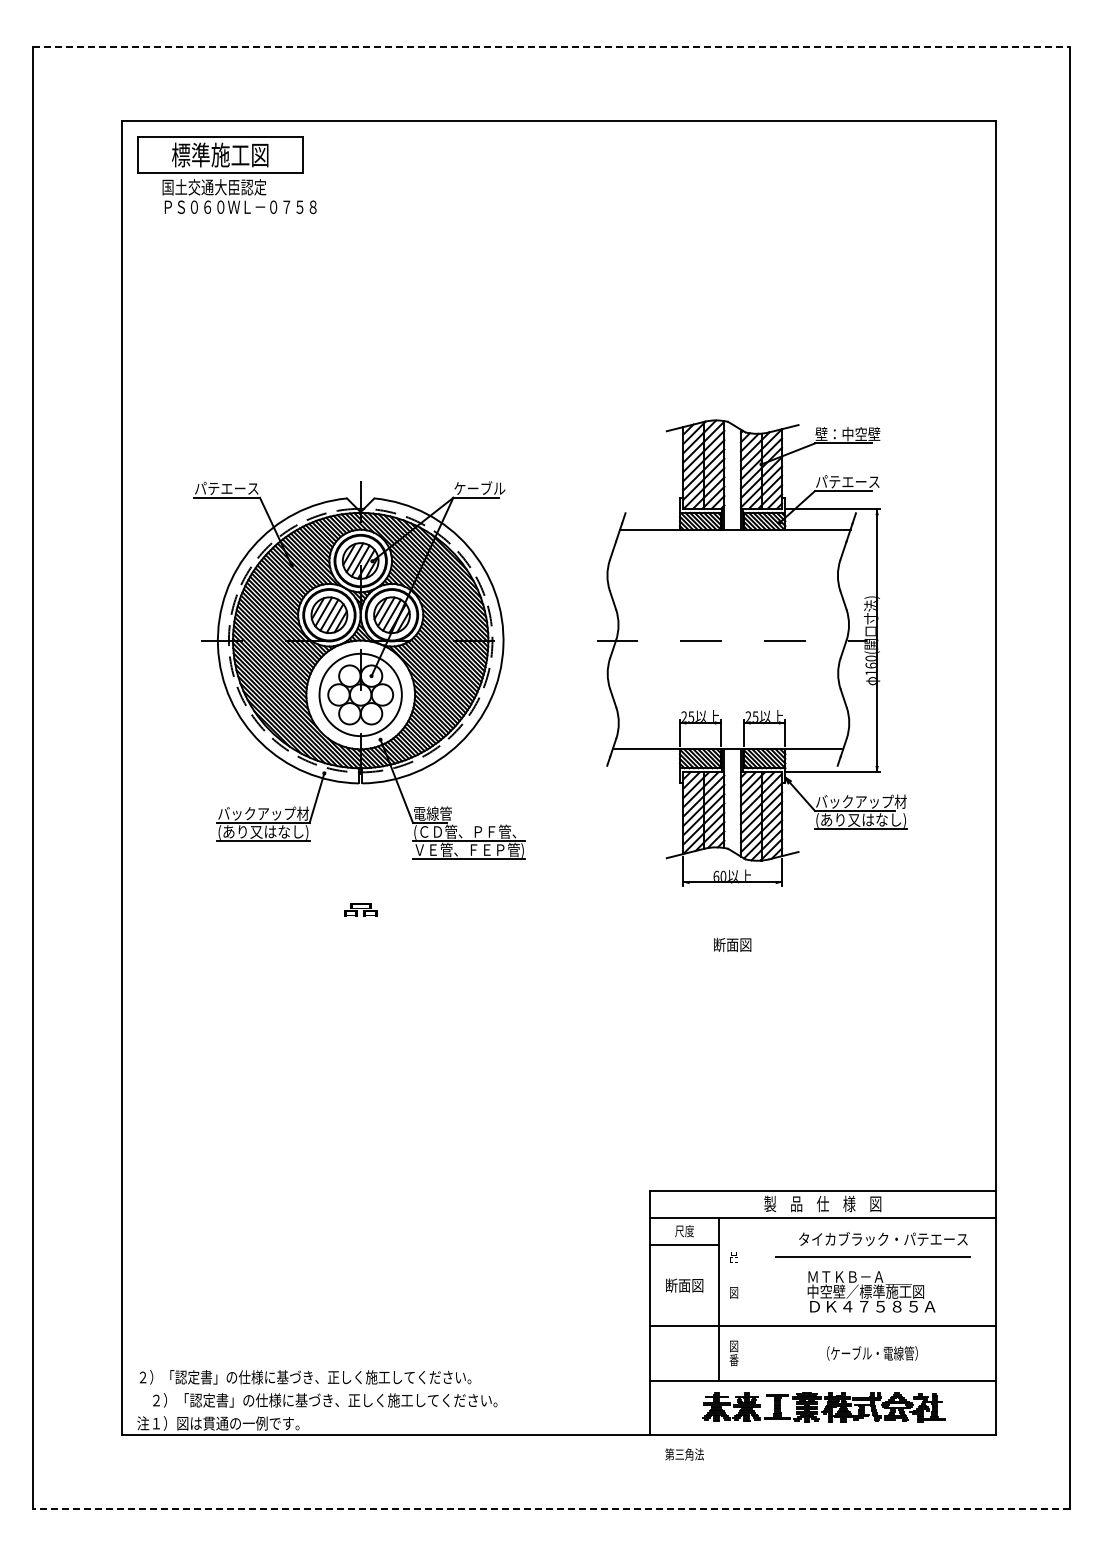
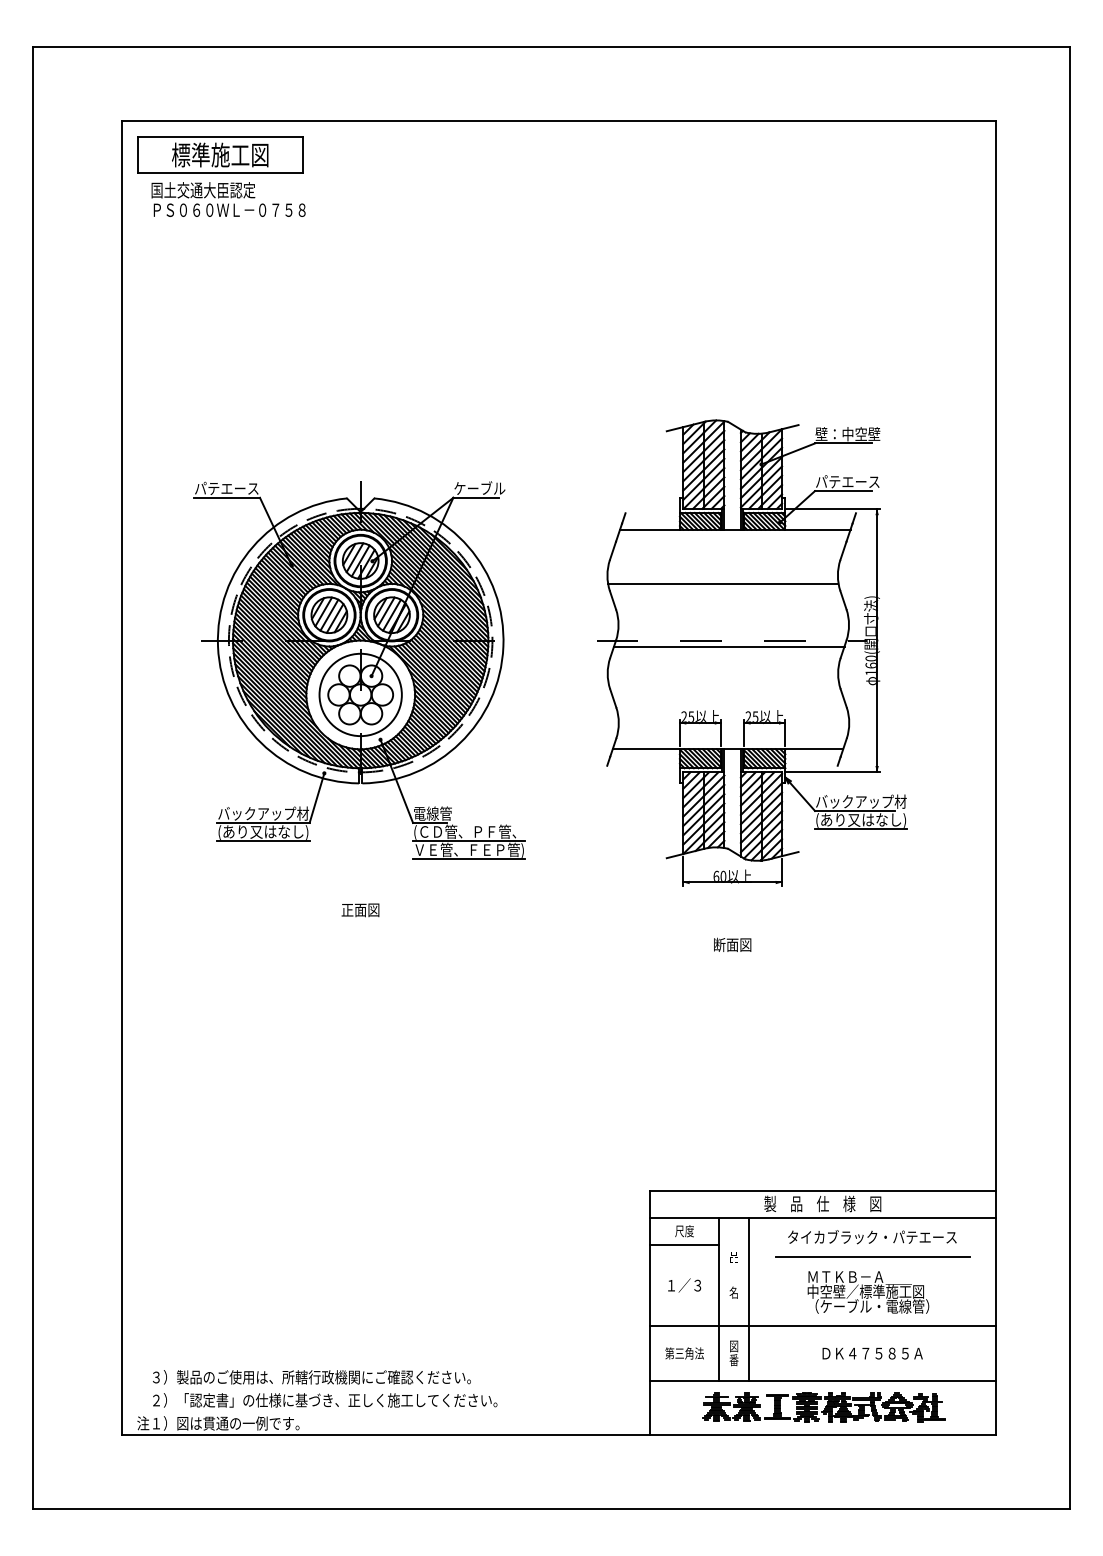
line at (551, 46): dashed -> solid
text at (239, 196) position: (239, 196) -> (228, 199)
line at (723, 583): none -> present
line at (729, 646): none -> present
text at (360, 910): 品 -> 正面図
text at (883, 1239) position: (883, 1239) -> (872, 1237)
text at (684, 1285): 断面図 -> １／３
text at (733, 1292): 図 -> 名
line at (748, 1298): none -> present
text at (872, 1306): ＤＫ４７５８５Ａ -> （ケーブル・電線管）
text at (872, 1353): （ケーブル・電線管） -> ＤＫ４７５８５Ａ
text at (305, 1377): ２）「認定書」の仕様に基づき、正しく施工してください。 -> ３）製品のご使用は、所轄行政機関にご確認ください。
text at (684, 1454) position: (684, 1454) -> (684, 1353)
line at (551, 1509): dashed -> solid
